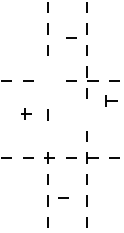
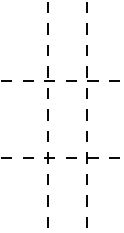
line at (71, 37): present -> none
part at (49, 82): none -> present
part at (111, 100): present -> none
part at (26, 113): present -> none
line at (86, 114): none -> present
line at (47, 136): none -> present
line at (63, 197): present -> none
